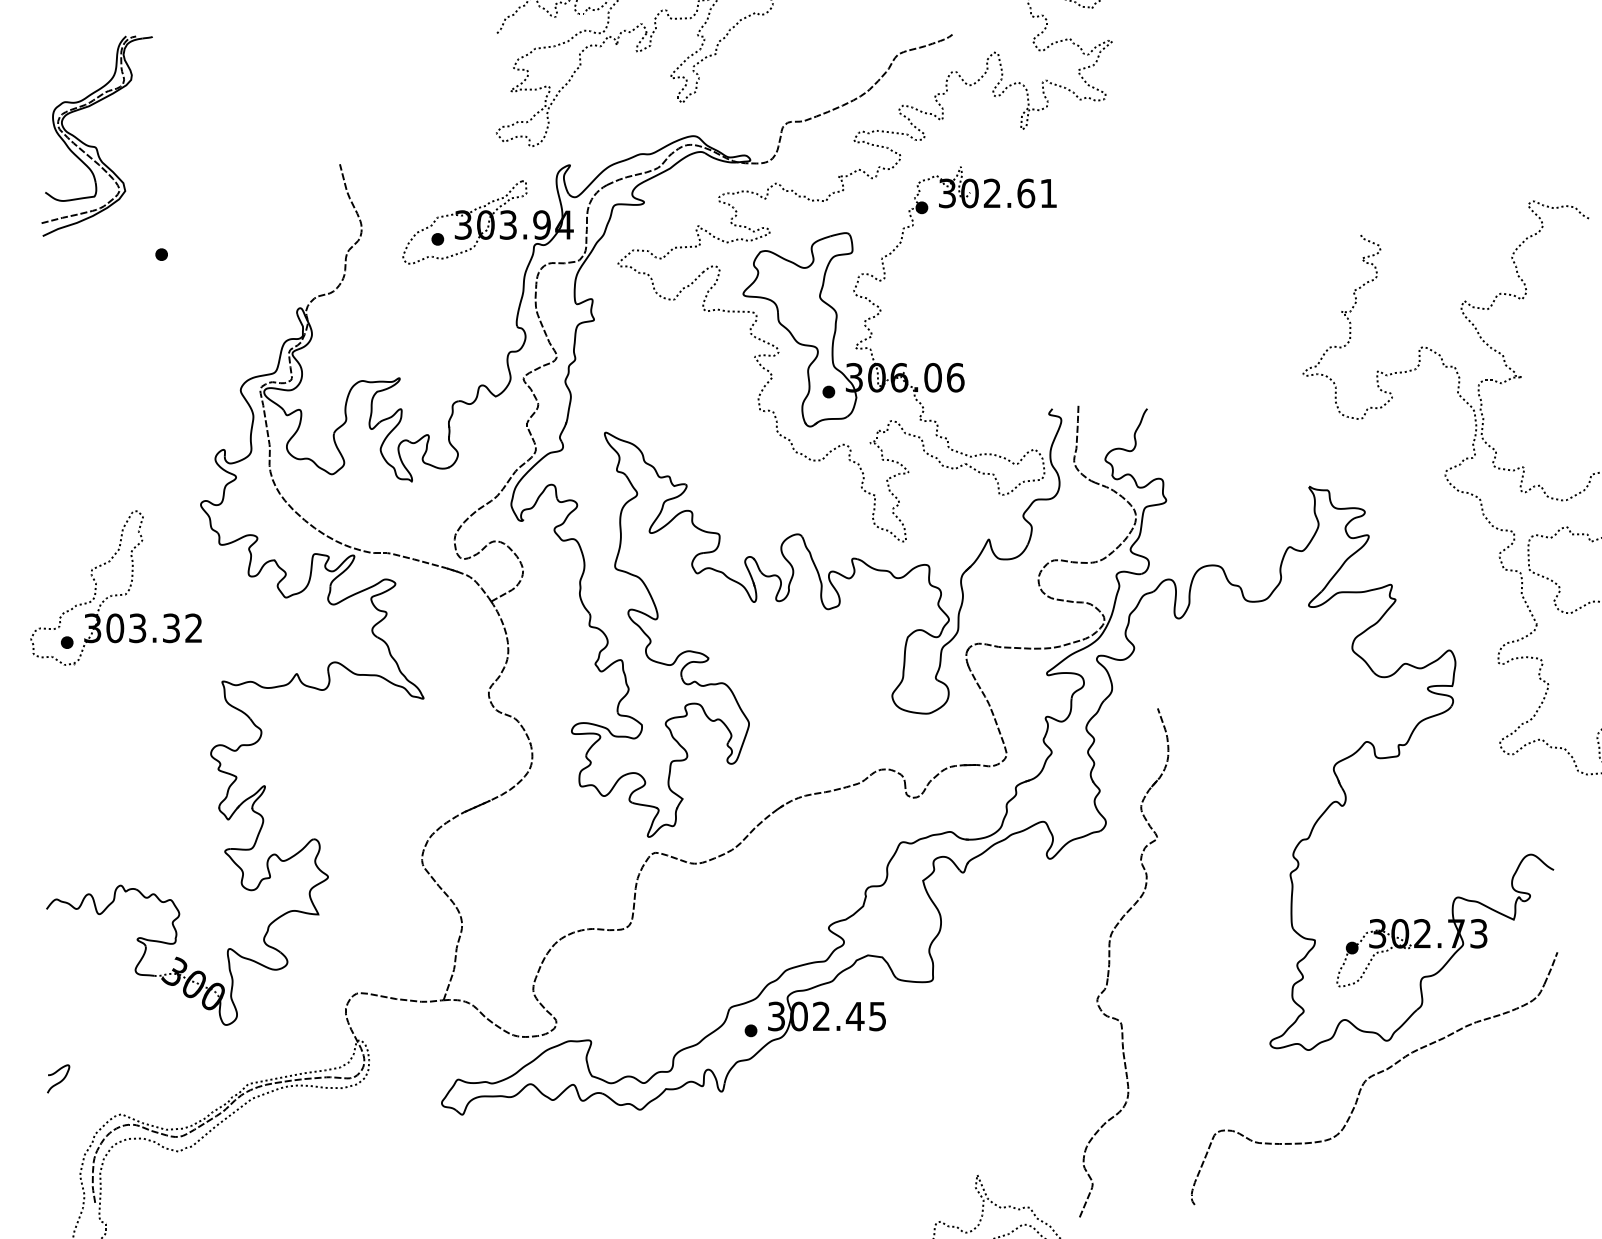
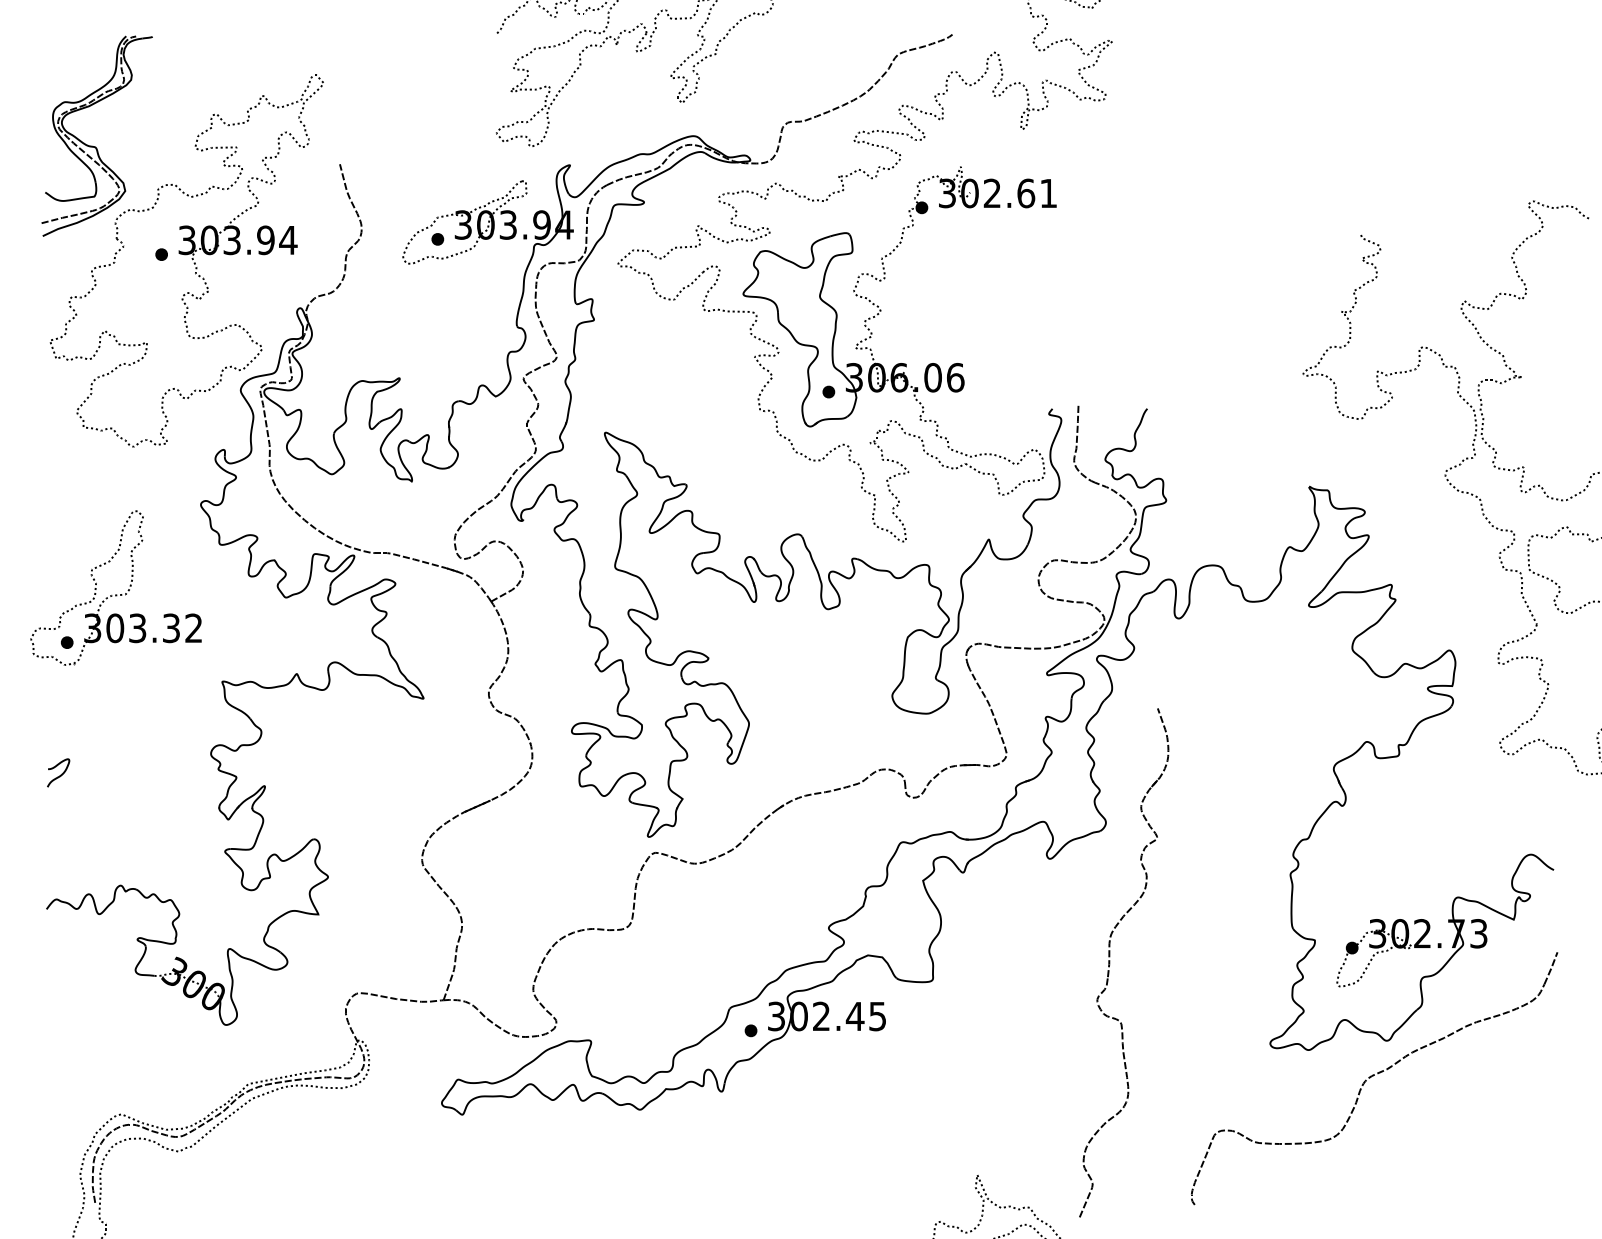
part at (186, 260): none -> present
curve at (60, 1080) position: (60, 1080) -> (60, 774)
